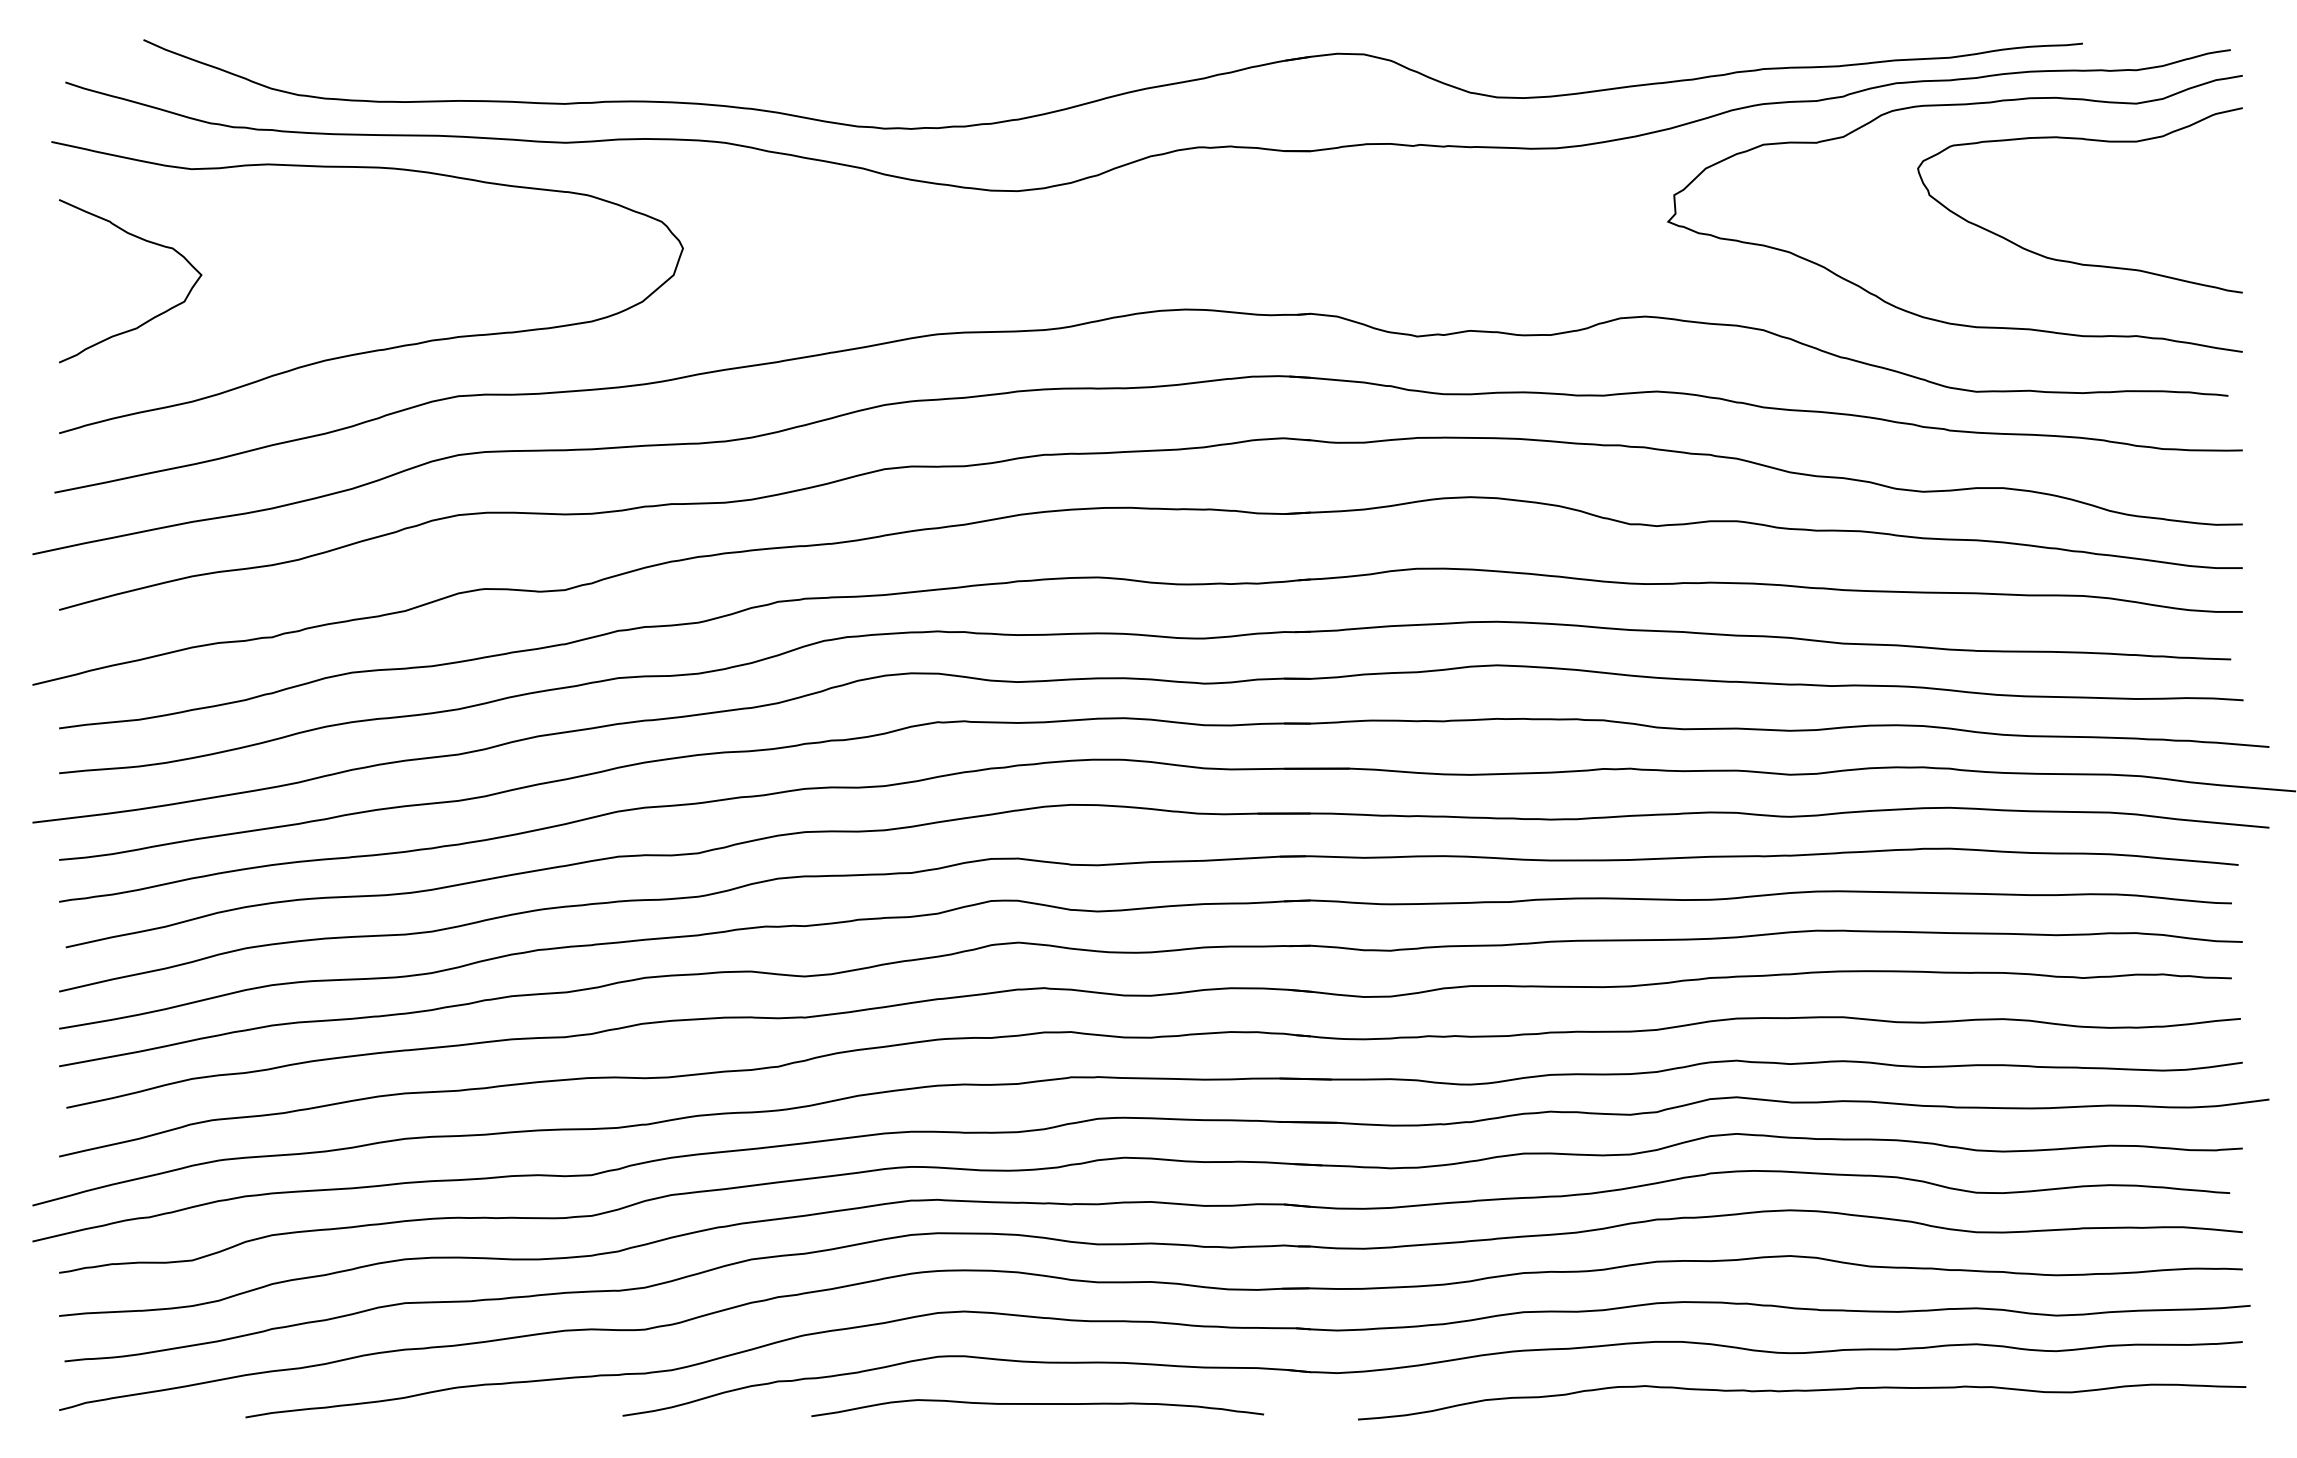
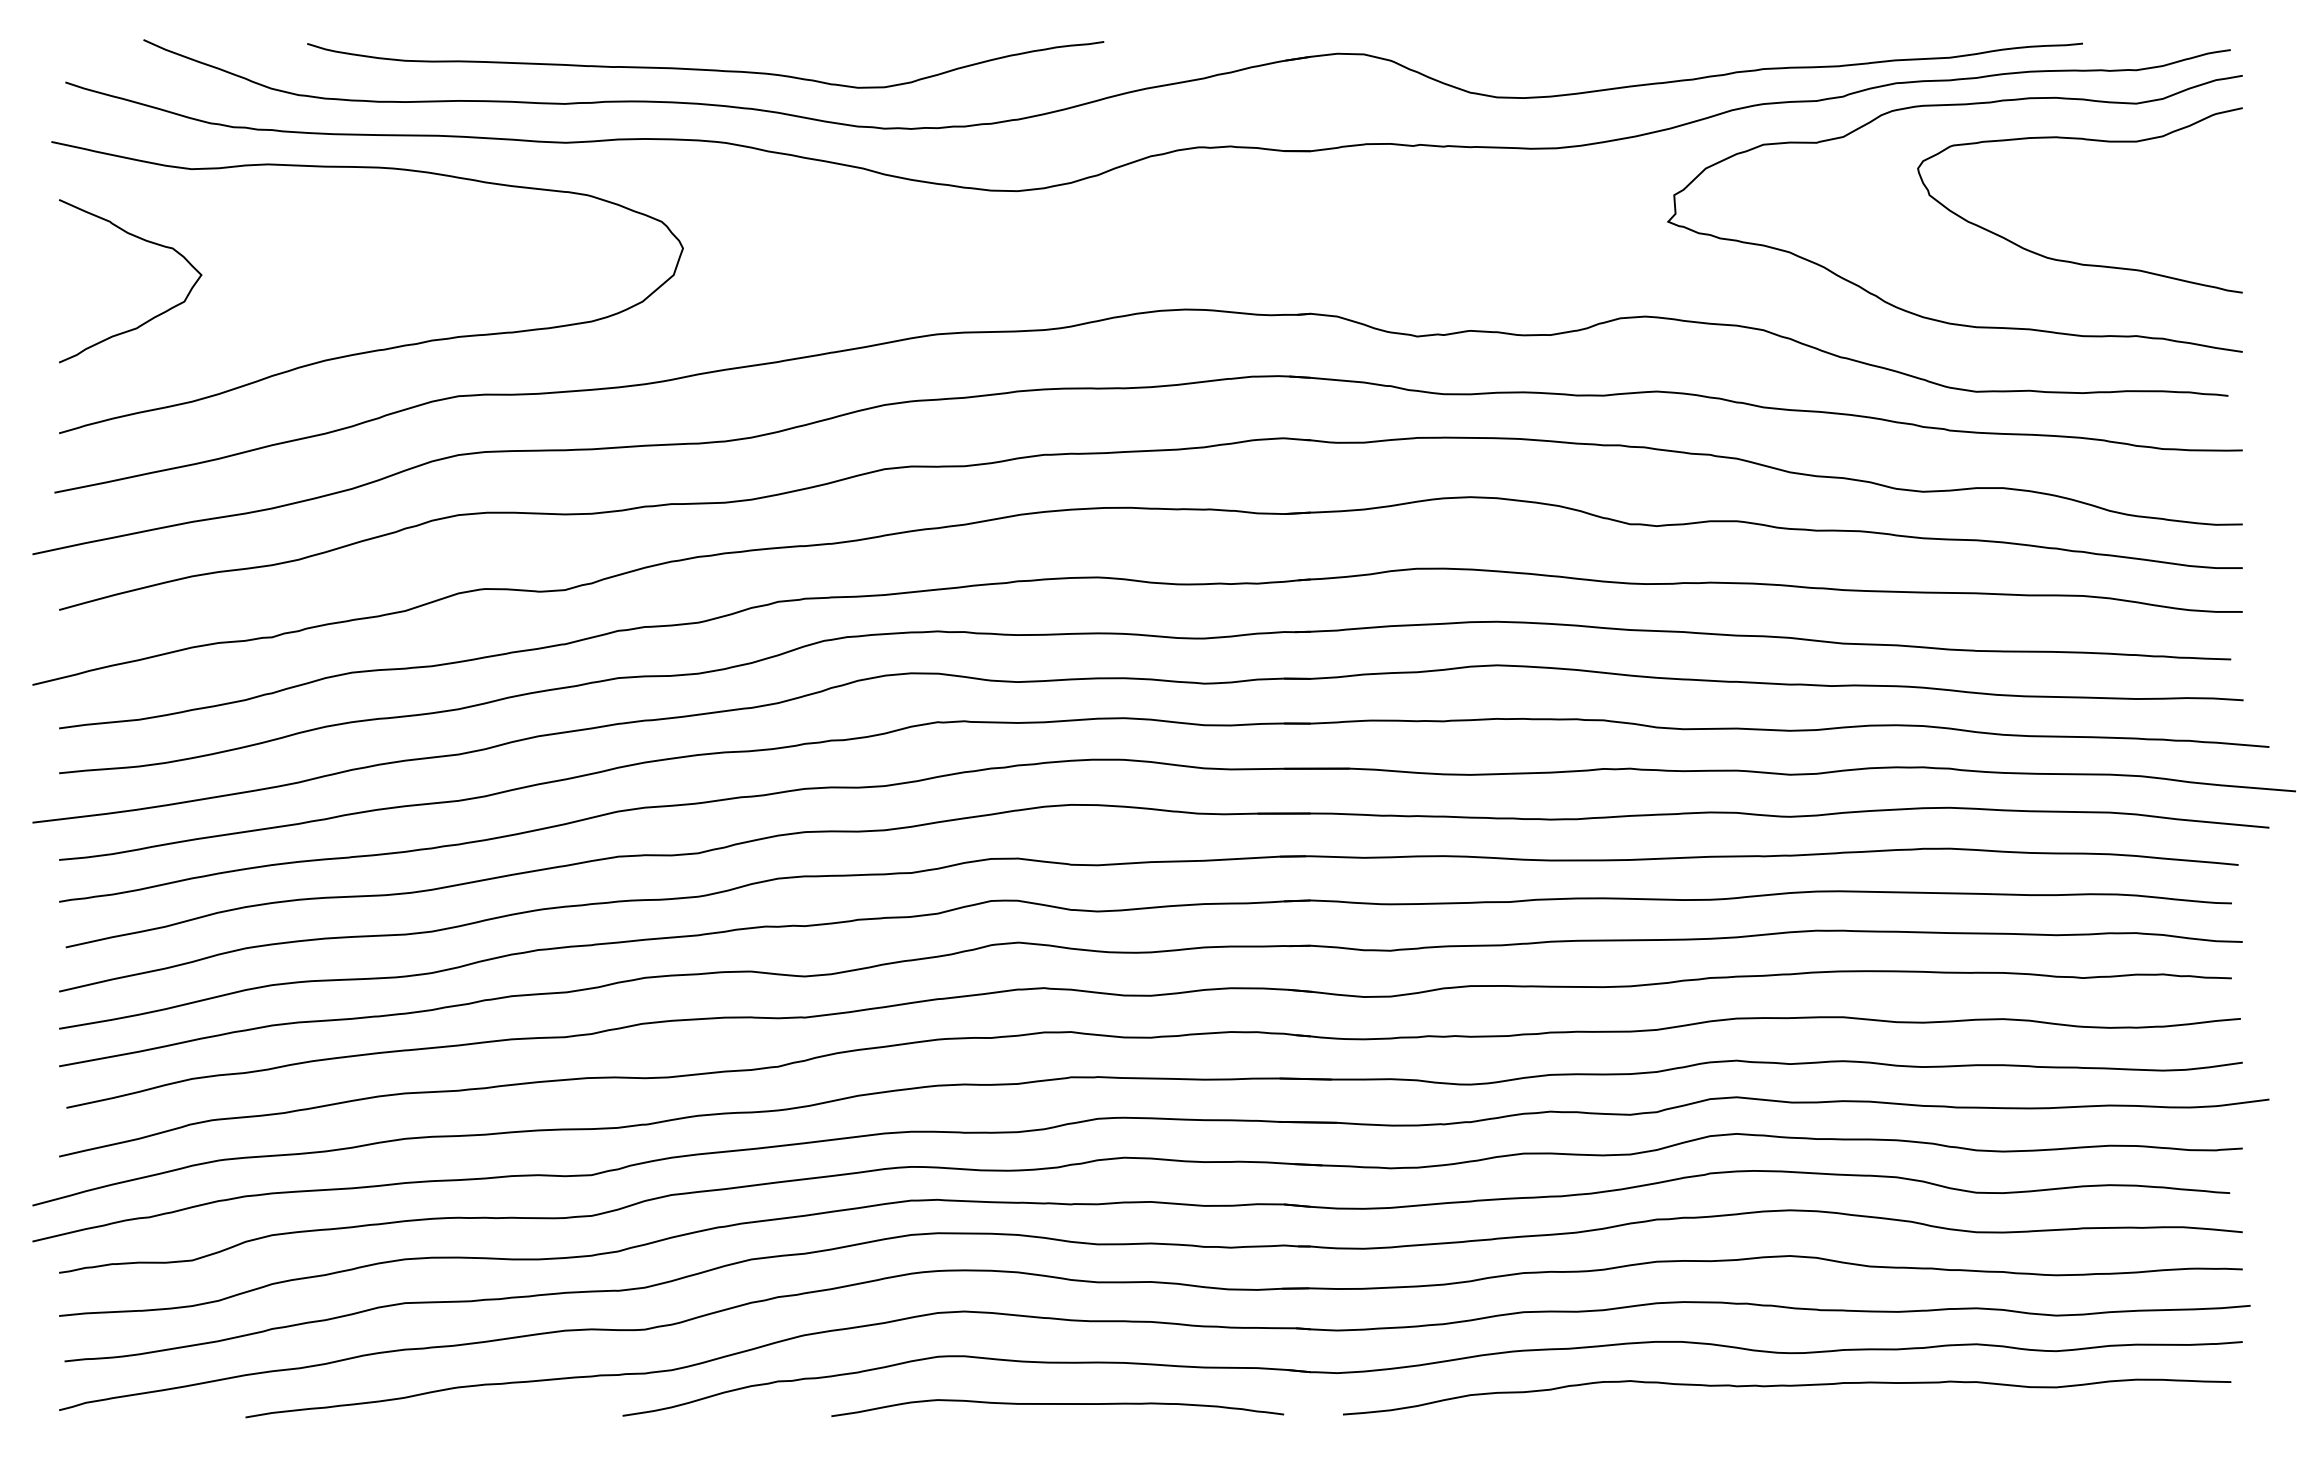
curve at (702, 68): none -> present
curve at (1802, 1391) position: (1802, 1391) -> (1787, 1386)
curve at (1037, 1404) position: (1037, 1404) -> (1057, 1404)
